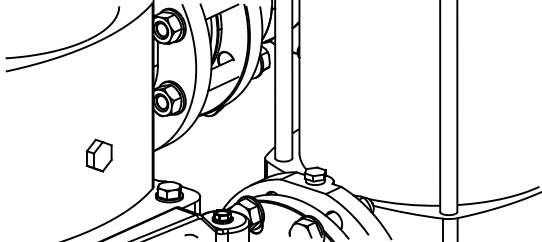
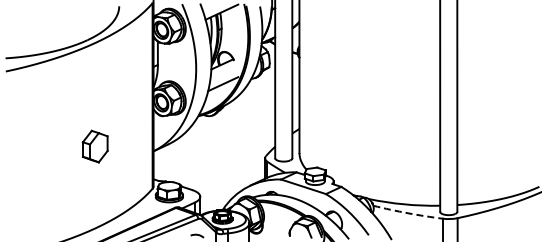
part at (98, 155) position: (98, 155) -> (94, 146)
arc at (407, 213): solid -> dashed
curve at (191, 235) position: (191, 235) -> (197, 235)
